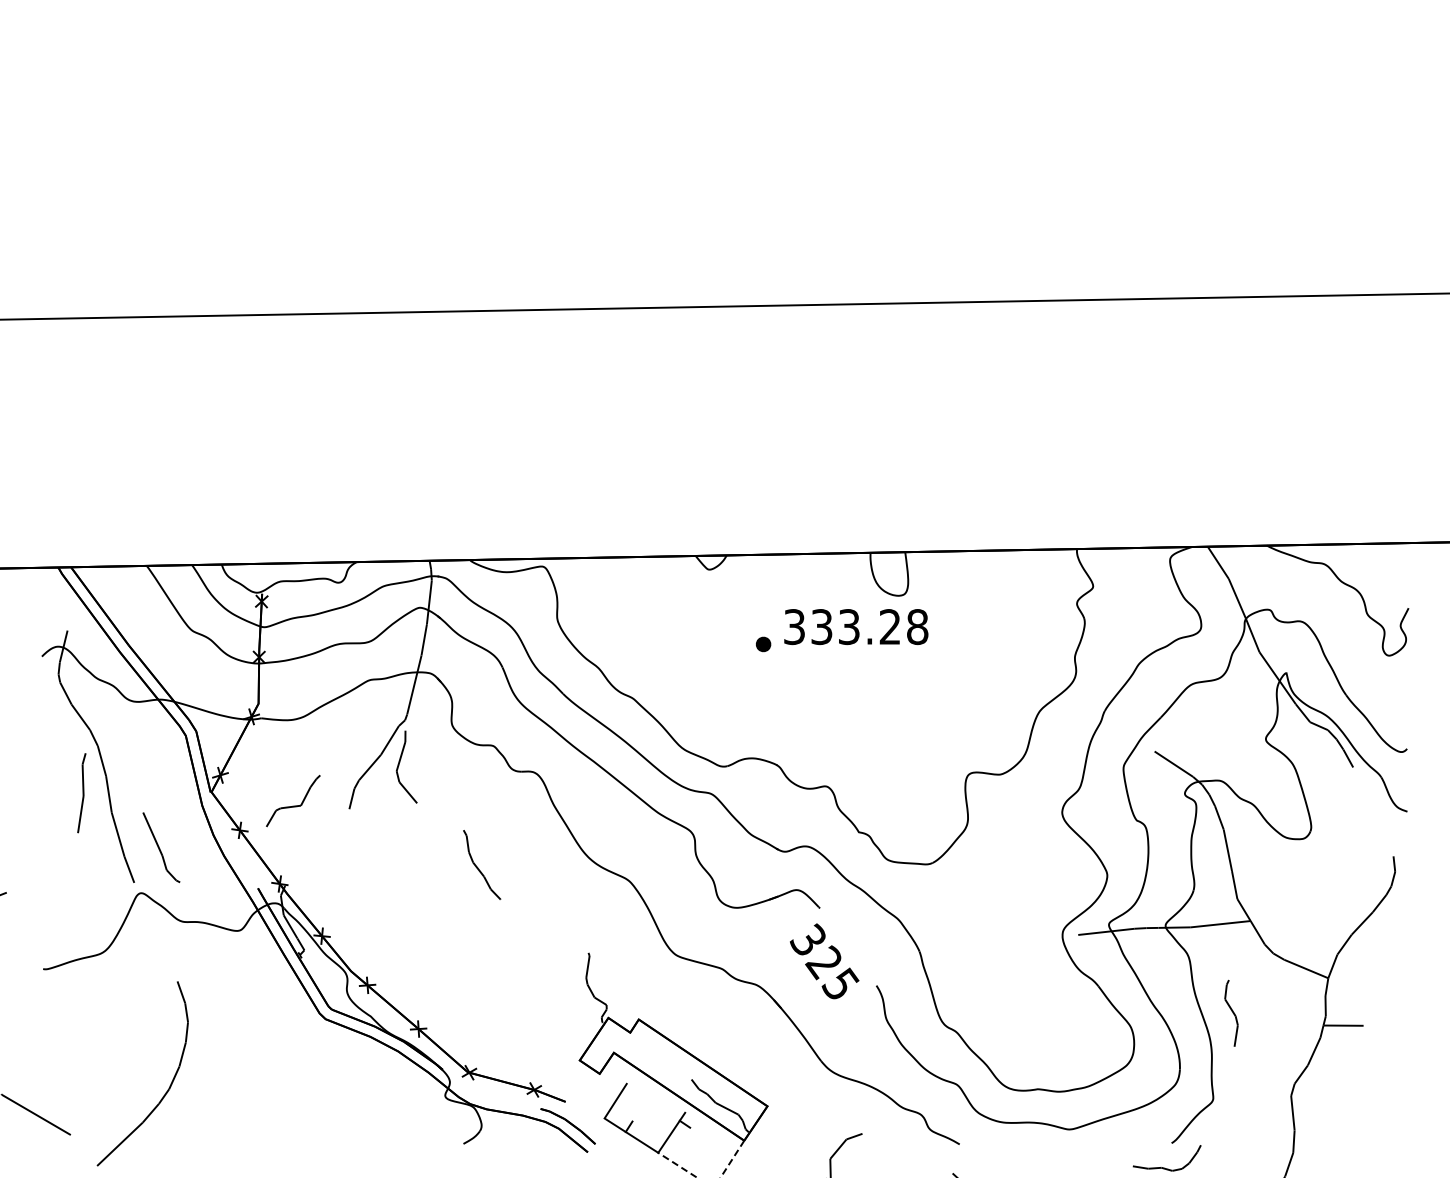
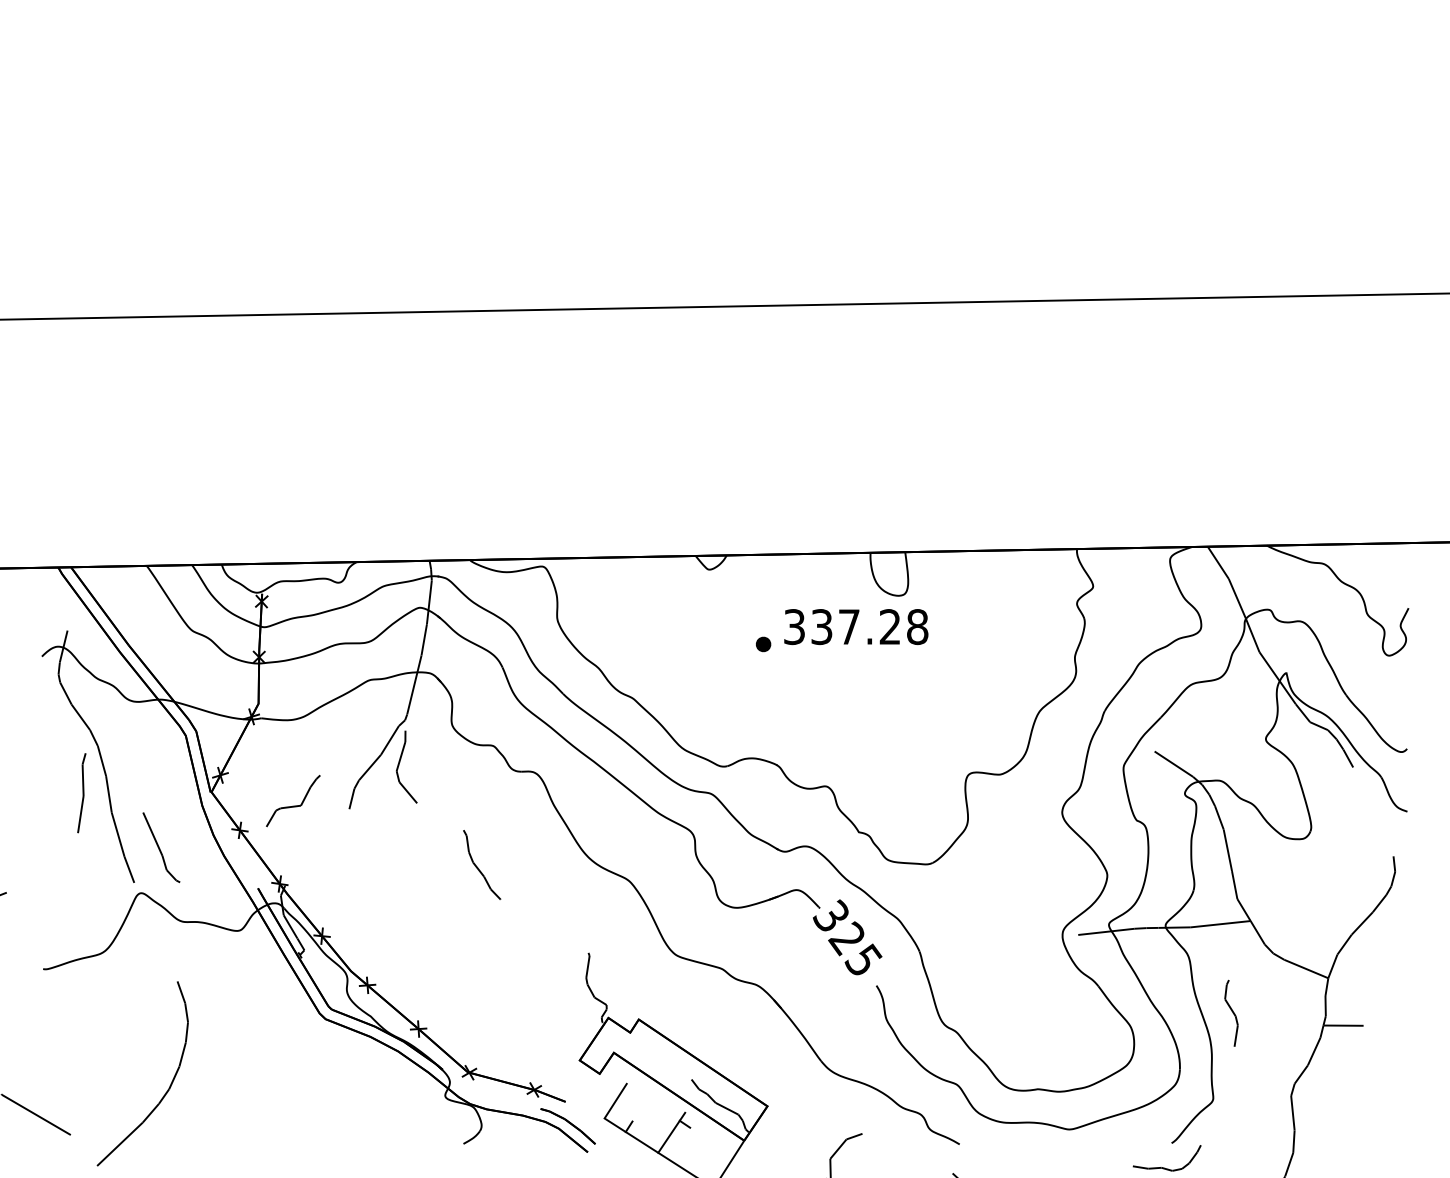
text at (849, 627): 333.28 -> 337.28
text at (824, 961) position: (824, 961) -> (847, 937)
line at (696, 1177): dashed -> solid
